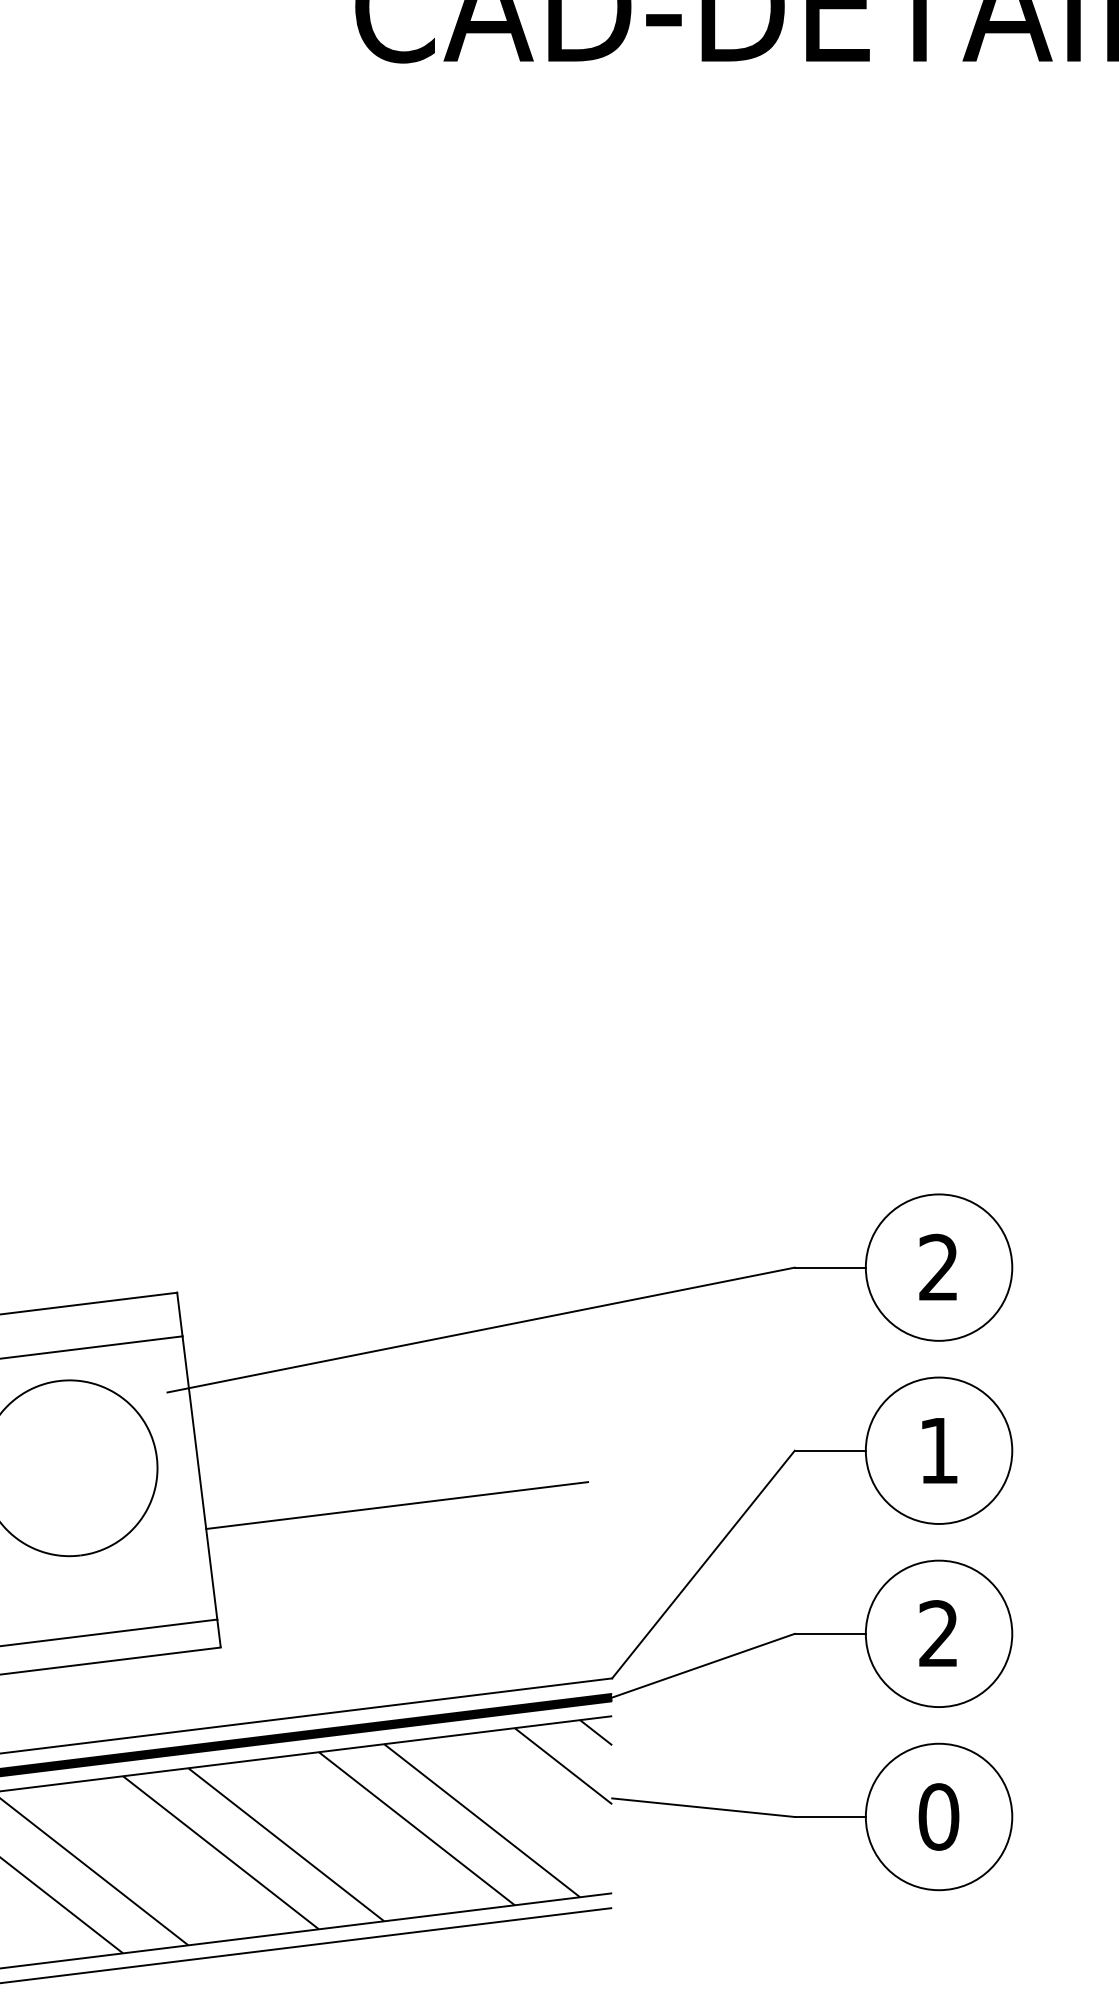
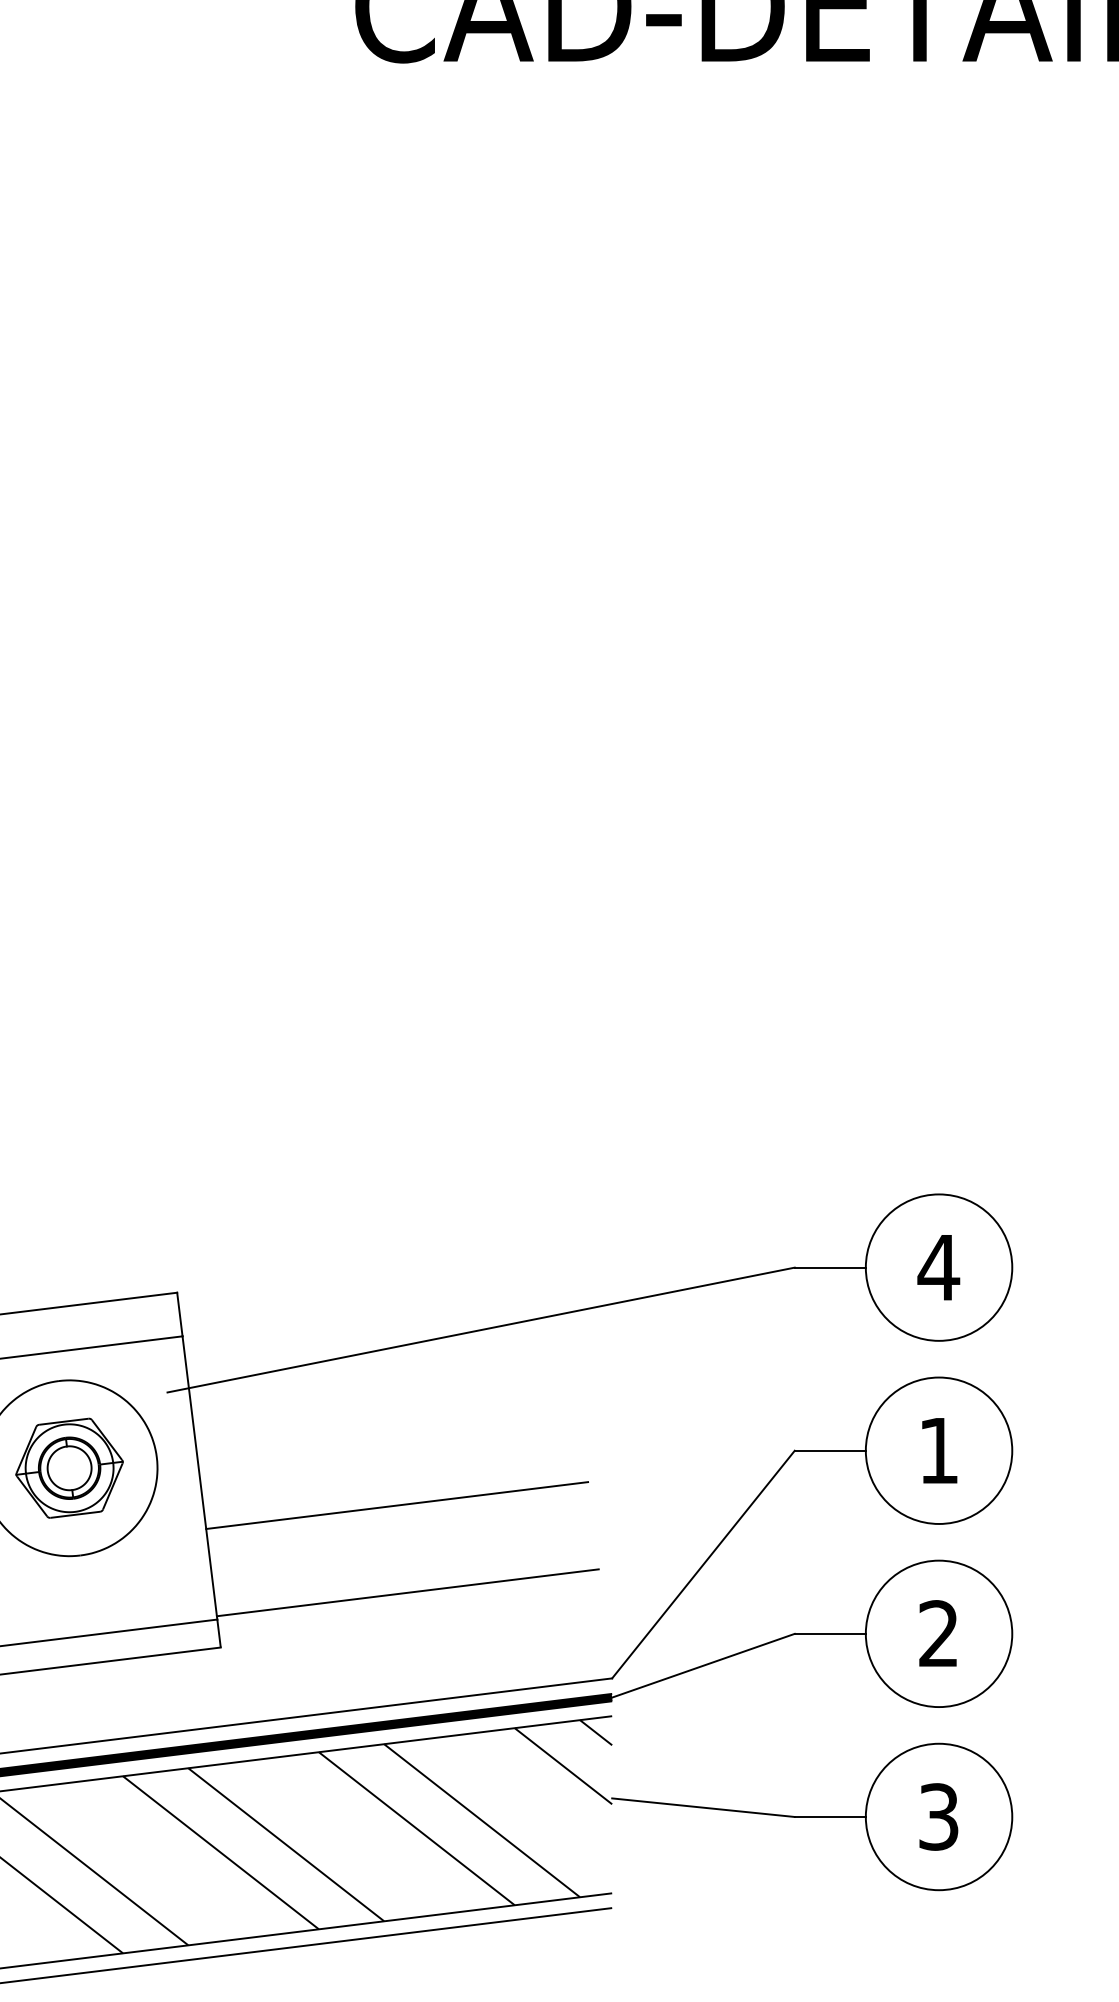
text at (938, 1266): 2 -> 4
part at (69, 1467): none -> present
line at (407, 1592): none -> present
text at (938, 1816): 0 -> 3
